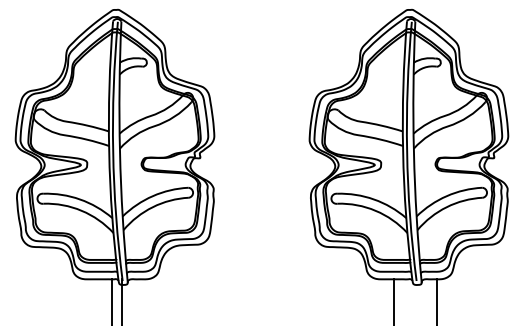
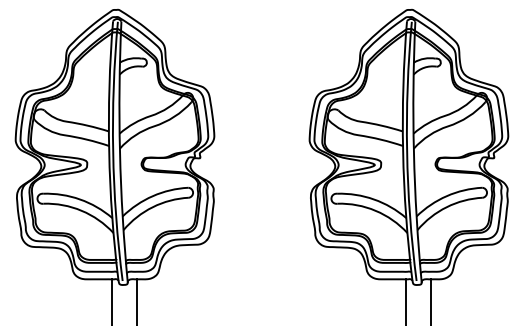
line at (122, 300) position: (122, 300) -> (137, 300)
line at (393, 300) position: (393, 300) -> (405, 300)
line at (437, 300) position: (437, 300) -> (431, 300)
